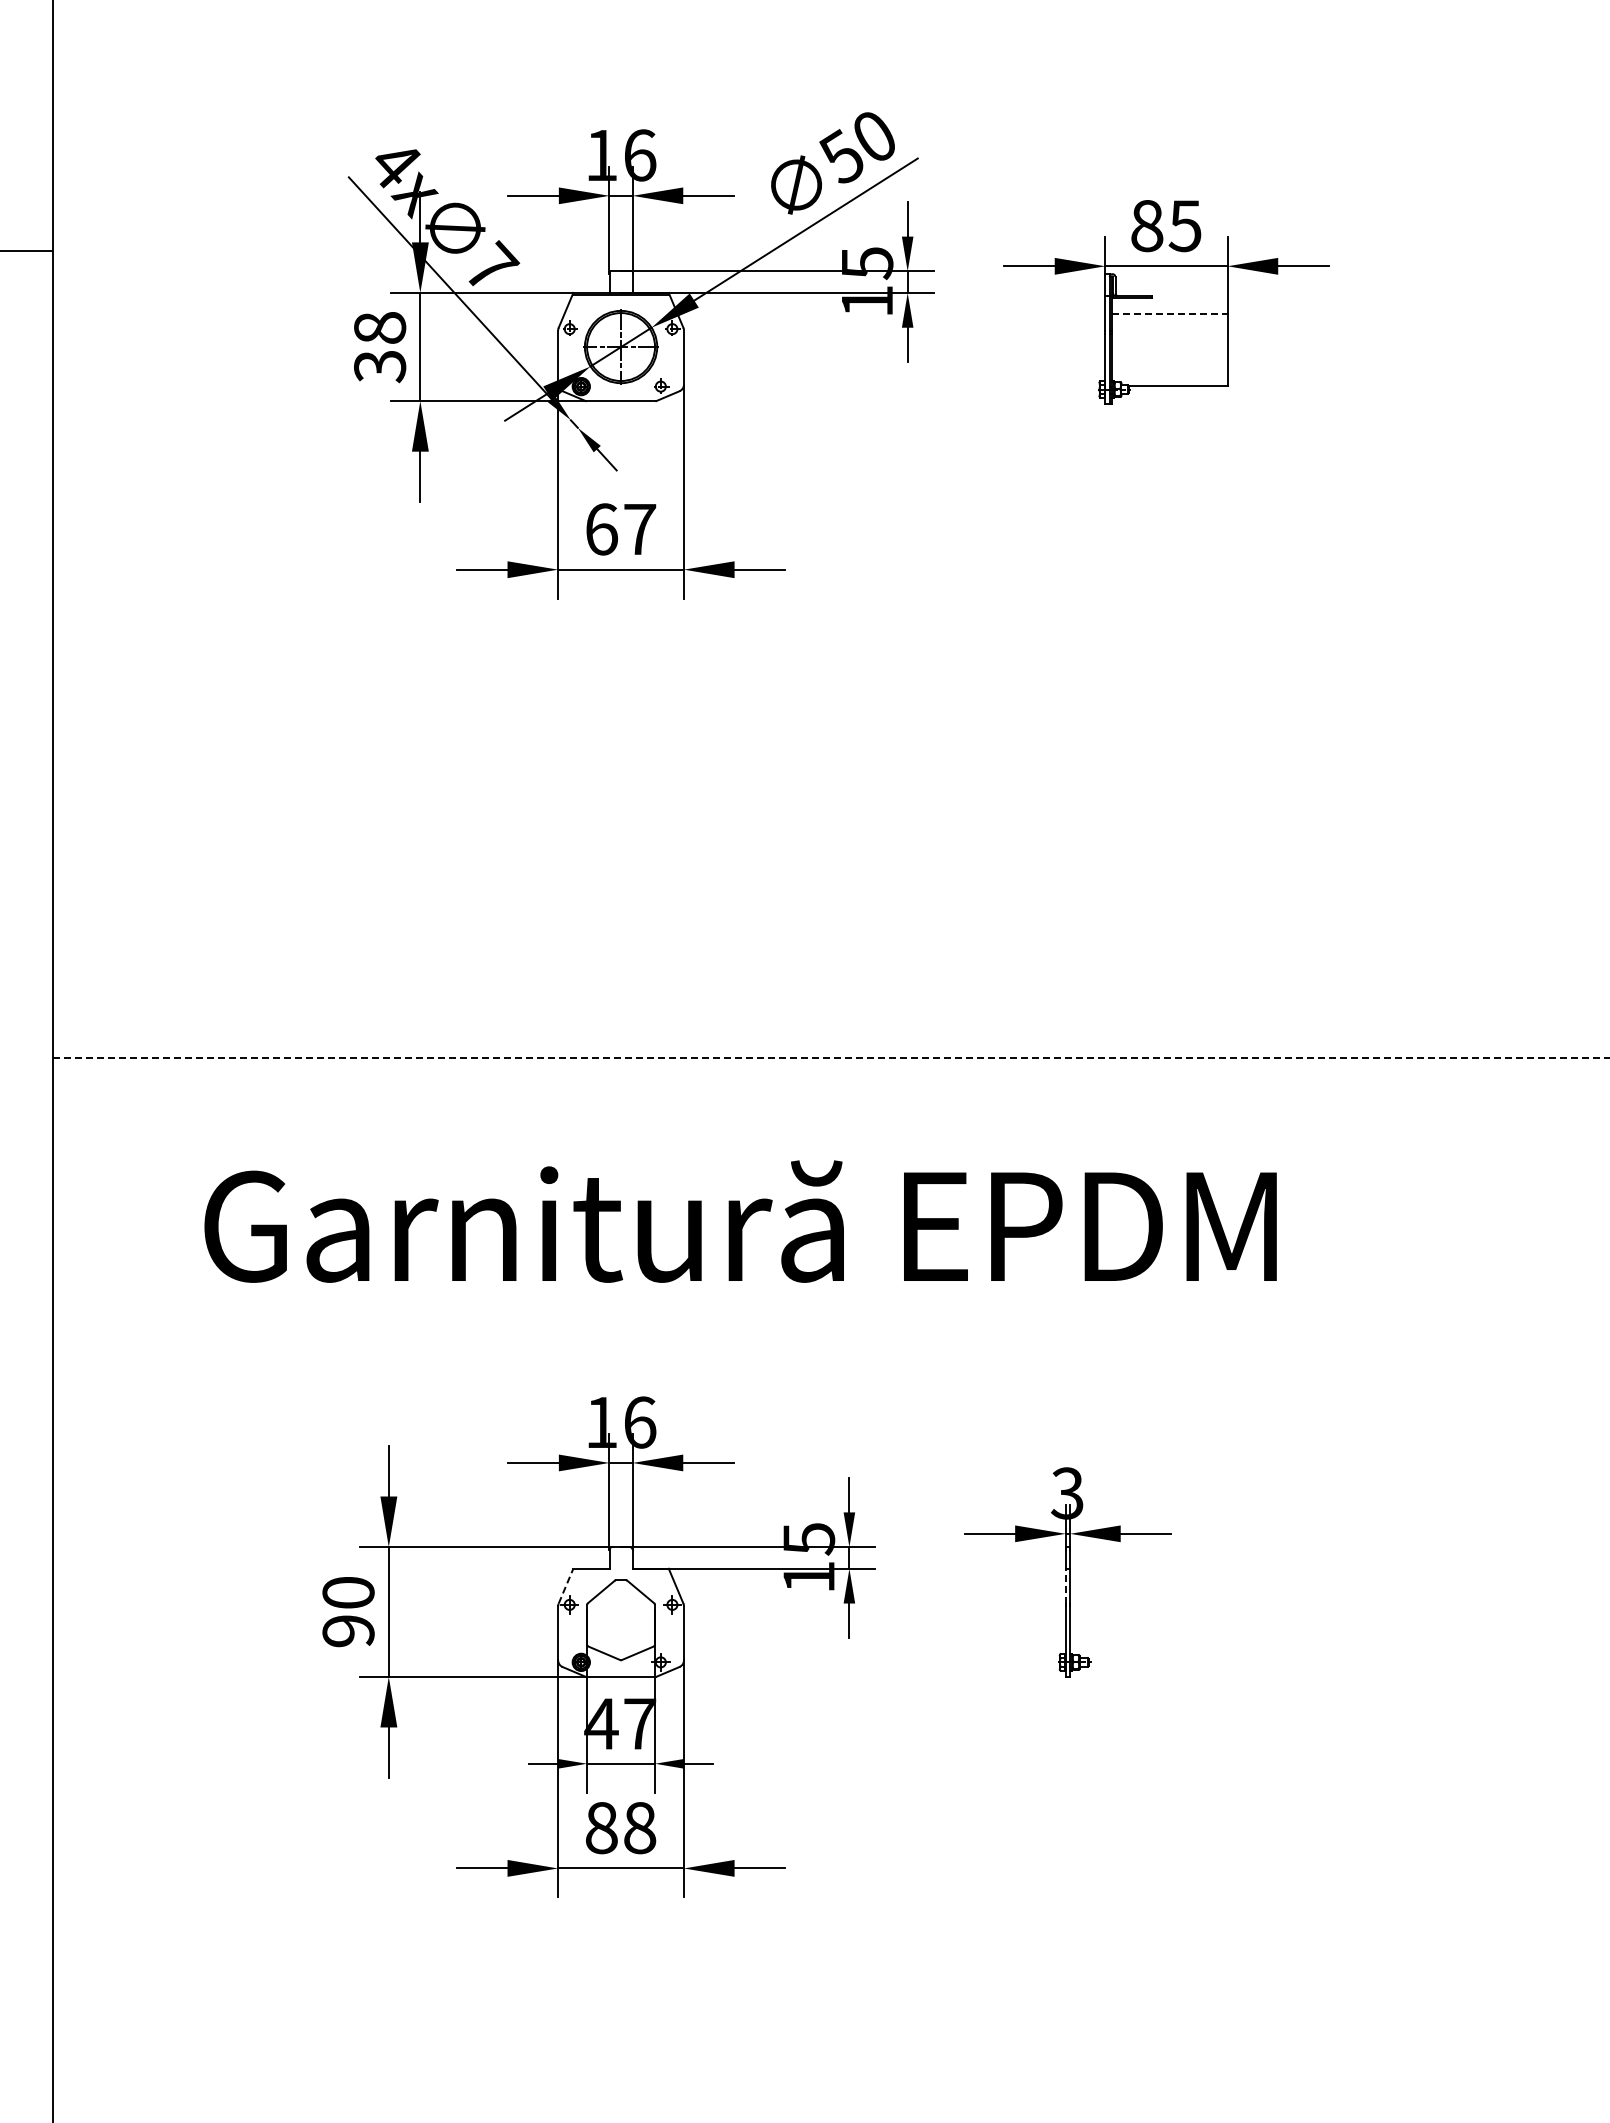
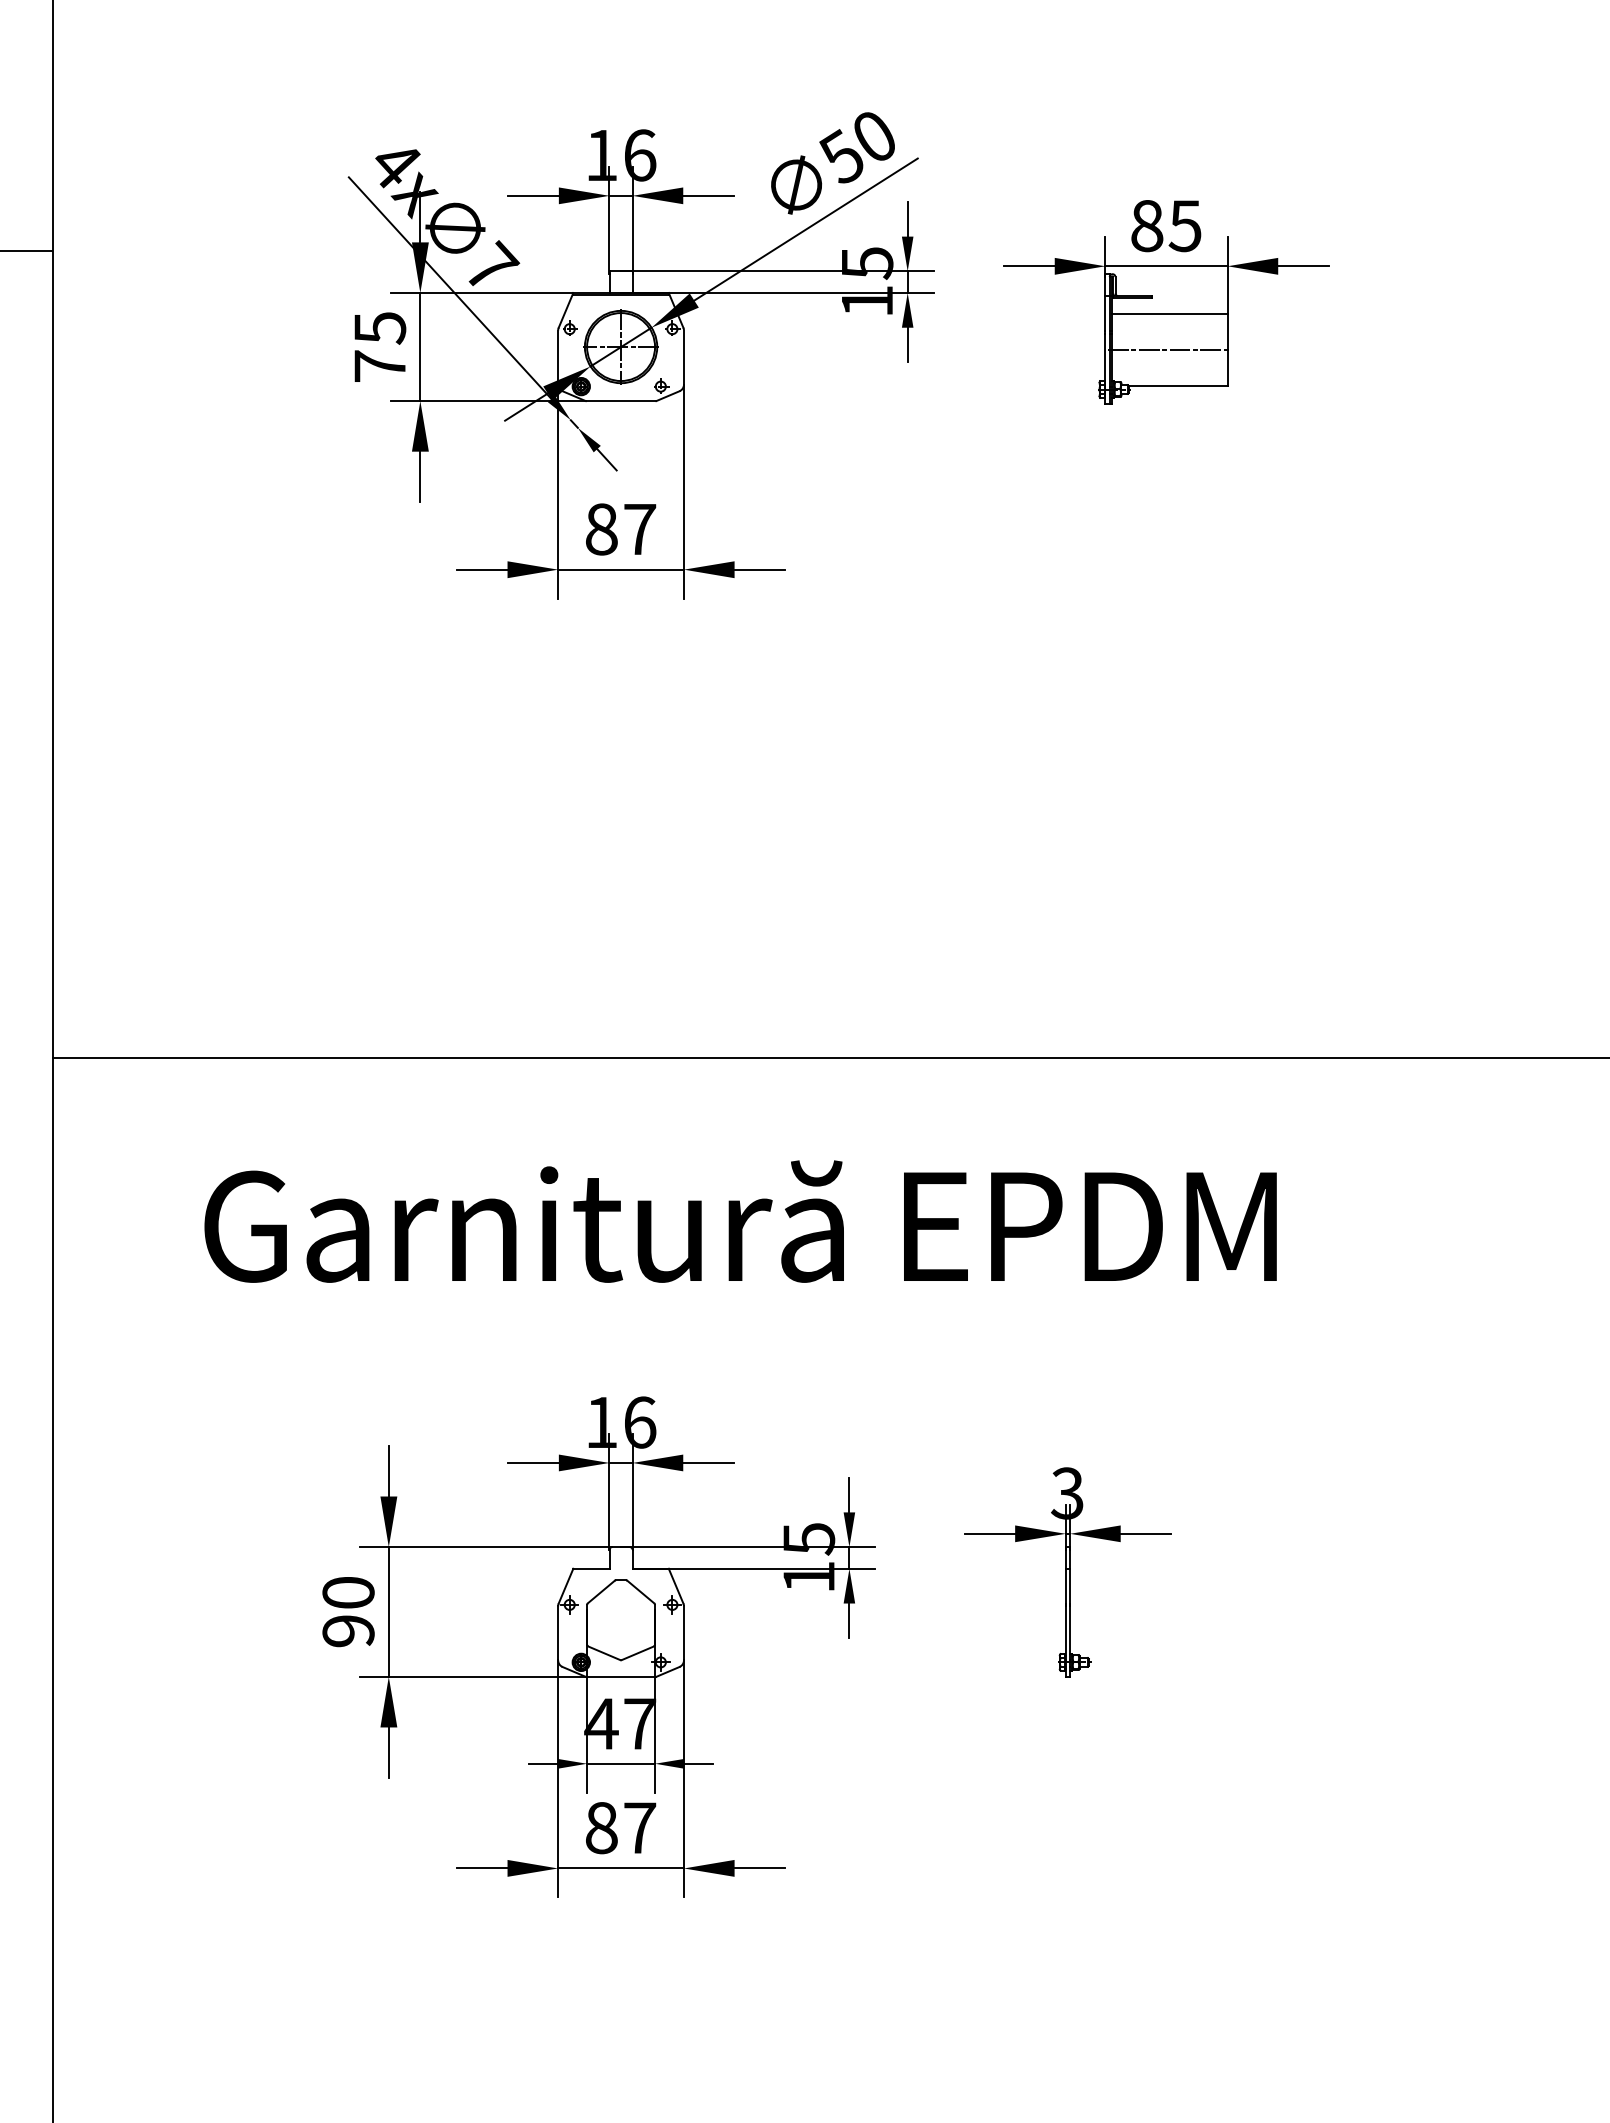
line at (1169, 313): dashed -> solid
text at (380, 347): 38 -> 75
line at (1169, 349): none -> present
text at (601, 529): 67 -> 87
line at (831, 1057): dashed -> solid
line at (1065, 1585): dashed -> solid
line at (566, 1586): dashed -> solid
text at (640, 1828): 88 -> 87
